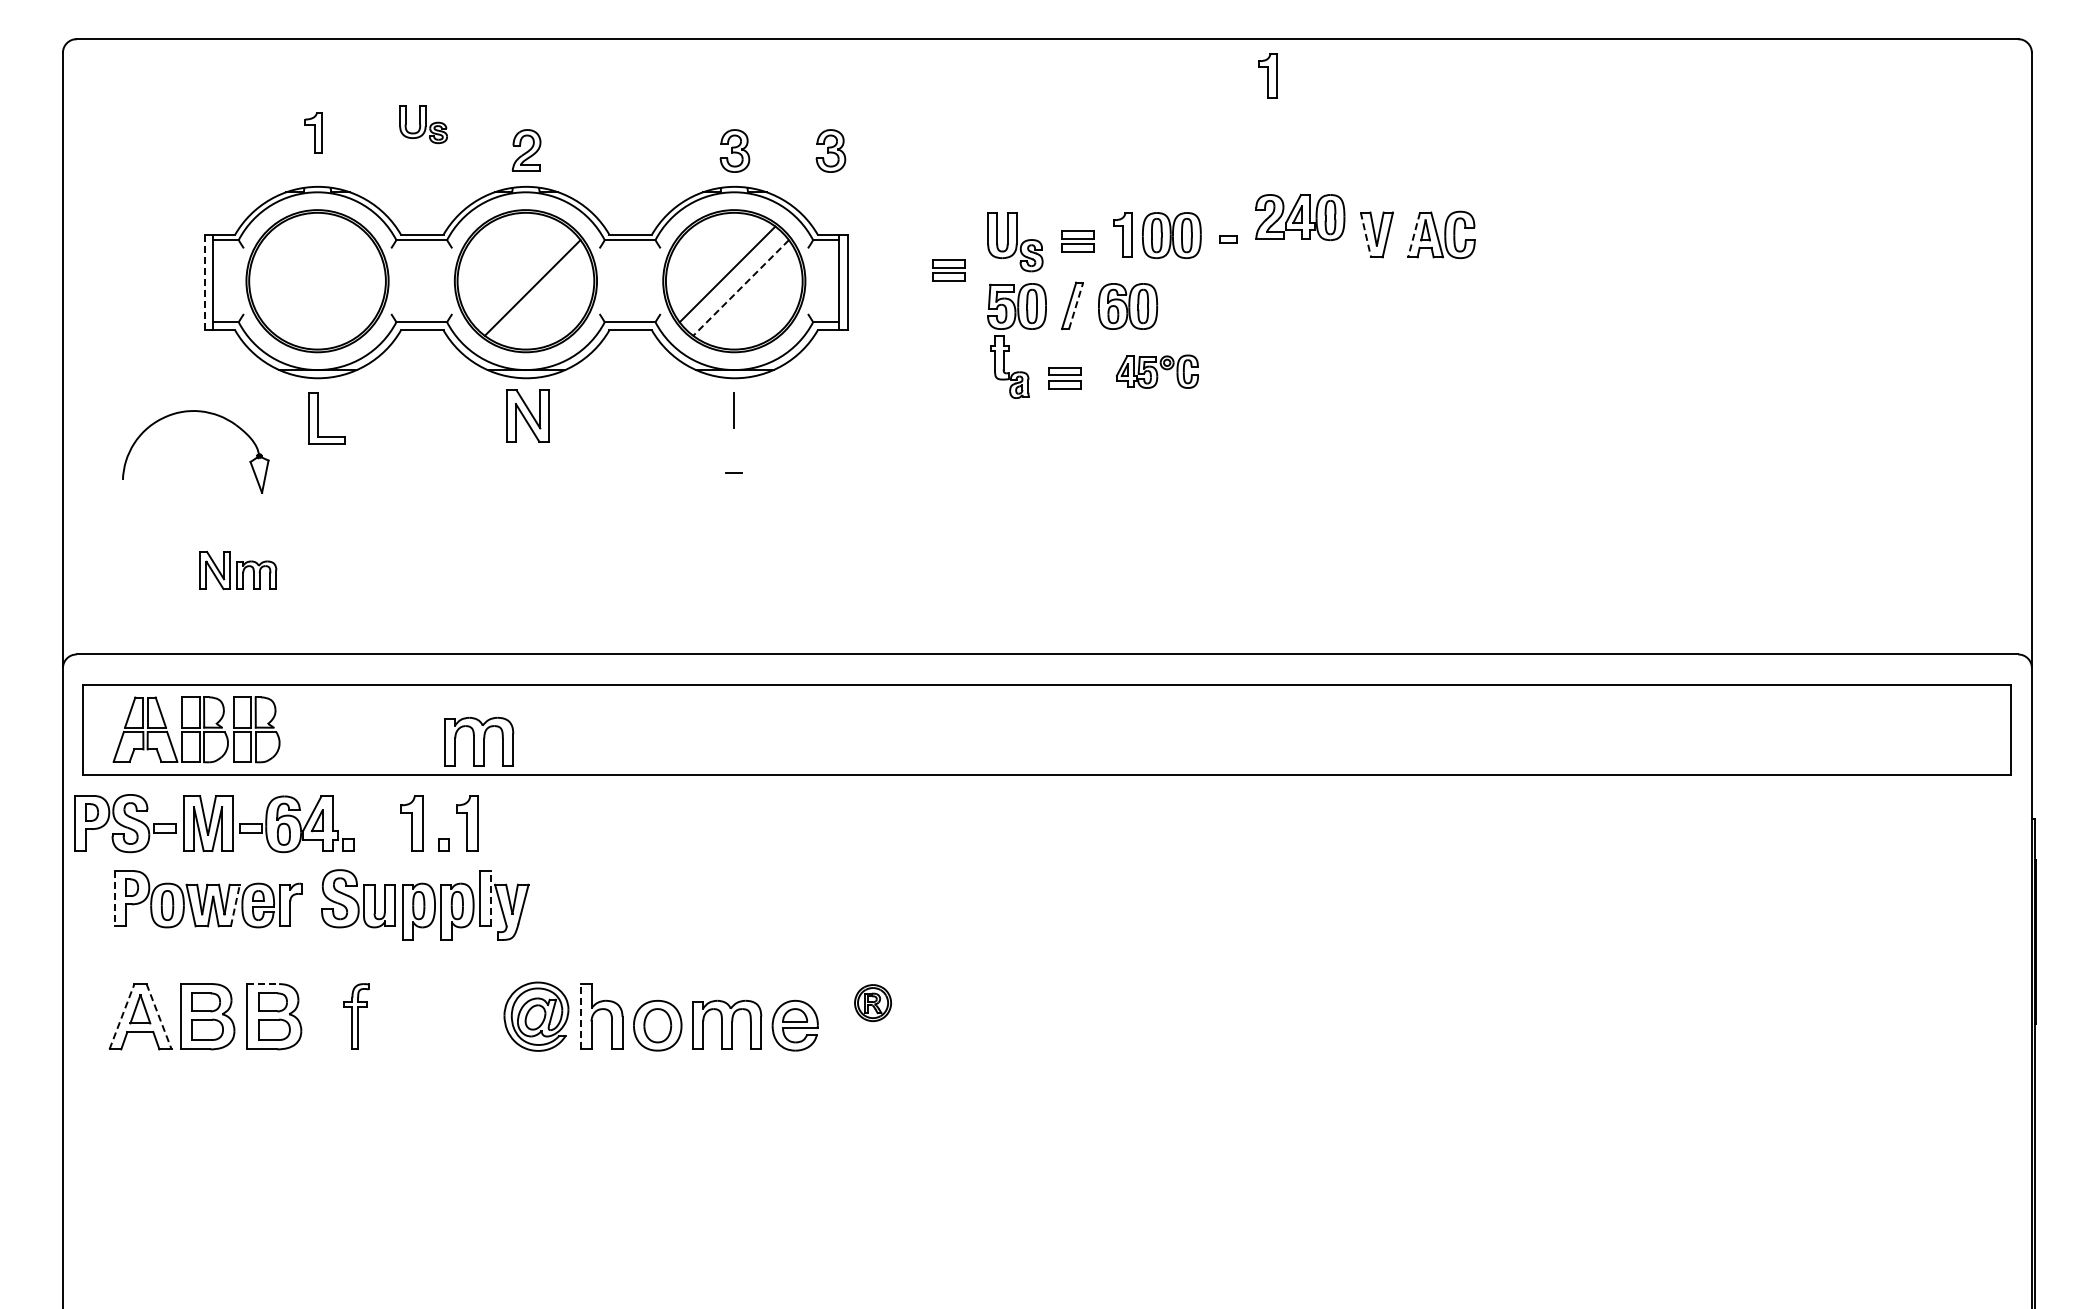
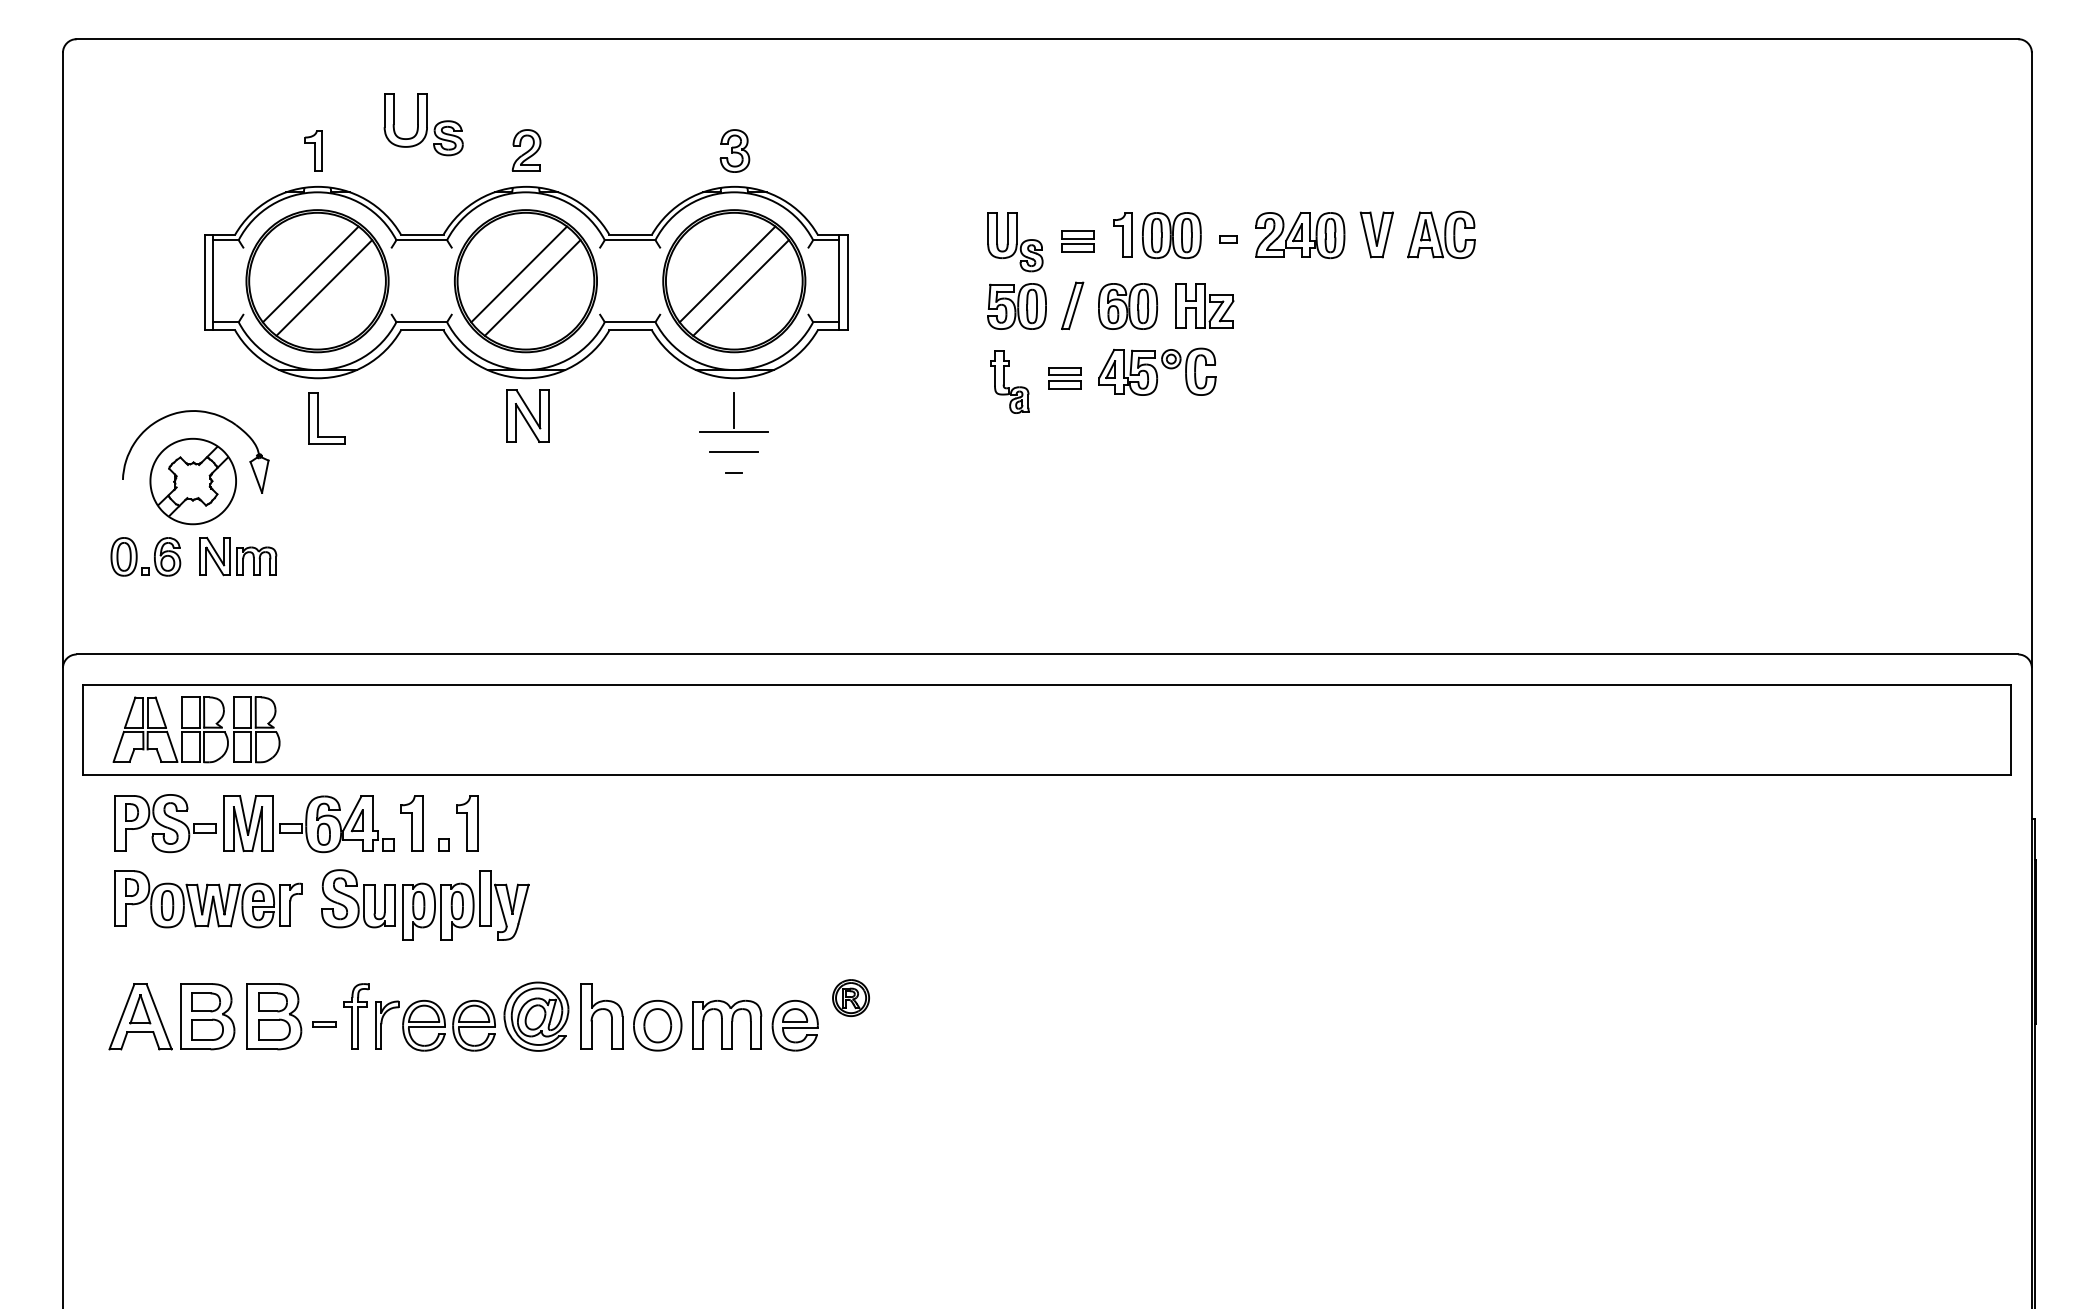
part at (1267, 75): present -> none
part at (423, 124) size: 49x40 px -> 81x64 px
part at (313, 132) position: (313, 132) -> (313, 150)
part at (830, 150): present -> none
part at (1300, 217) position: (1300, 217) -> (1300, 235)
line at (1365, 234): dashed -> solid
line at (1414, 235): dashed -> solid
part at (948, 270): present -> none
line at (310, 274): none -> present
line at (519, 274): none -> present
line at (205, 282): dashed -> solid
line at (324, 287): none -> present
line at (741, 287): dashed -> solid
line at (1076, 305): dashed -> solid
part at (1204, 305): none -> present
part at (1009, 366) position: (1009, 366) -> (1009, 381)
part at (1157, 371) size: 83x35 px -> 119x49 px
line at (733, 431): none -> present
line at (733, 452): none -> present
part at (192, 481): none -> present
part at (137, 556): none -> present
part at (238, 570) position: (238, 570) -> (238, 556)
part at (479, 741): present -> none
part at (214, 823) position: (214, 823) -> (254, 823)
line at (114, 898): dashed -> solid
line at (490, 898): dashed -> solid
line at (235, 905): dashed -> solid
line at (263, 984): dashed -> solid
part at (872, 1002) position: (872, 1002) -> (850, 997)
line at (122, 1016): dashed -> solid
line at (159, 1016): dashed -> solid
line at (581, 1016): dashed -> solid
part at (324, 1024): none -> present
part at (435, 1025): none -> present
